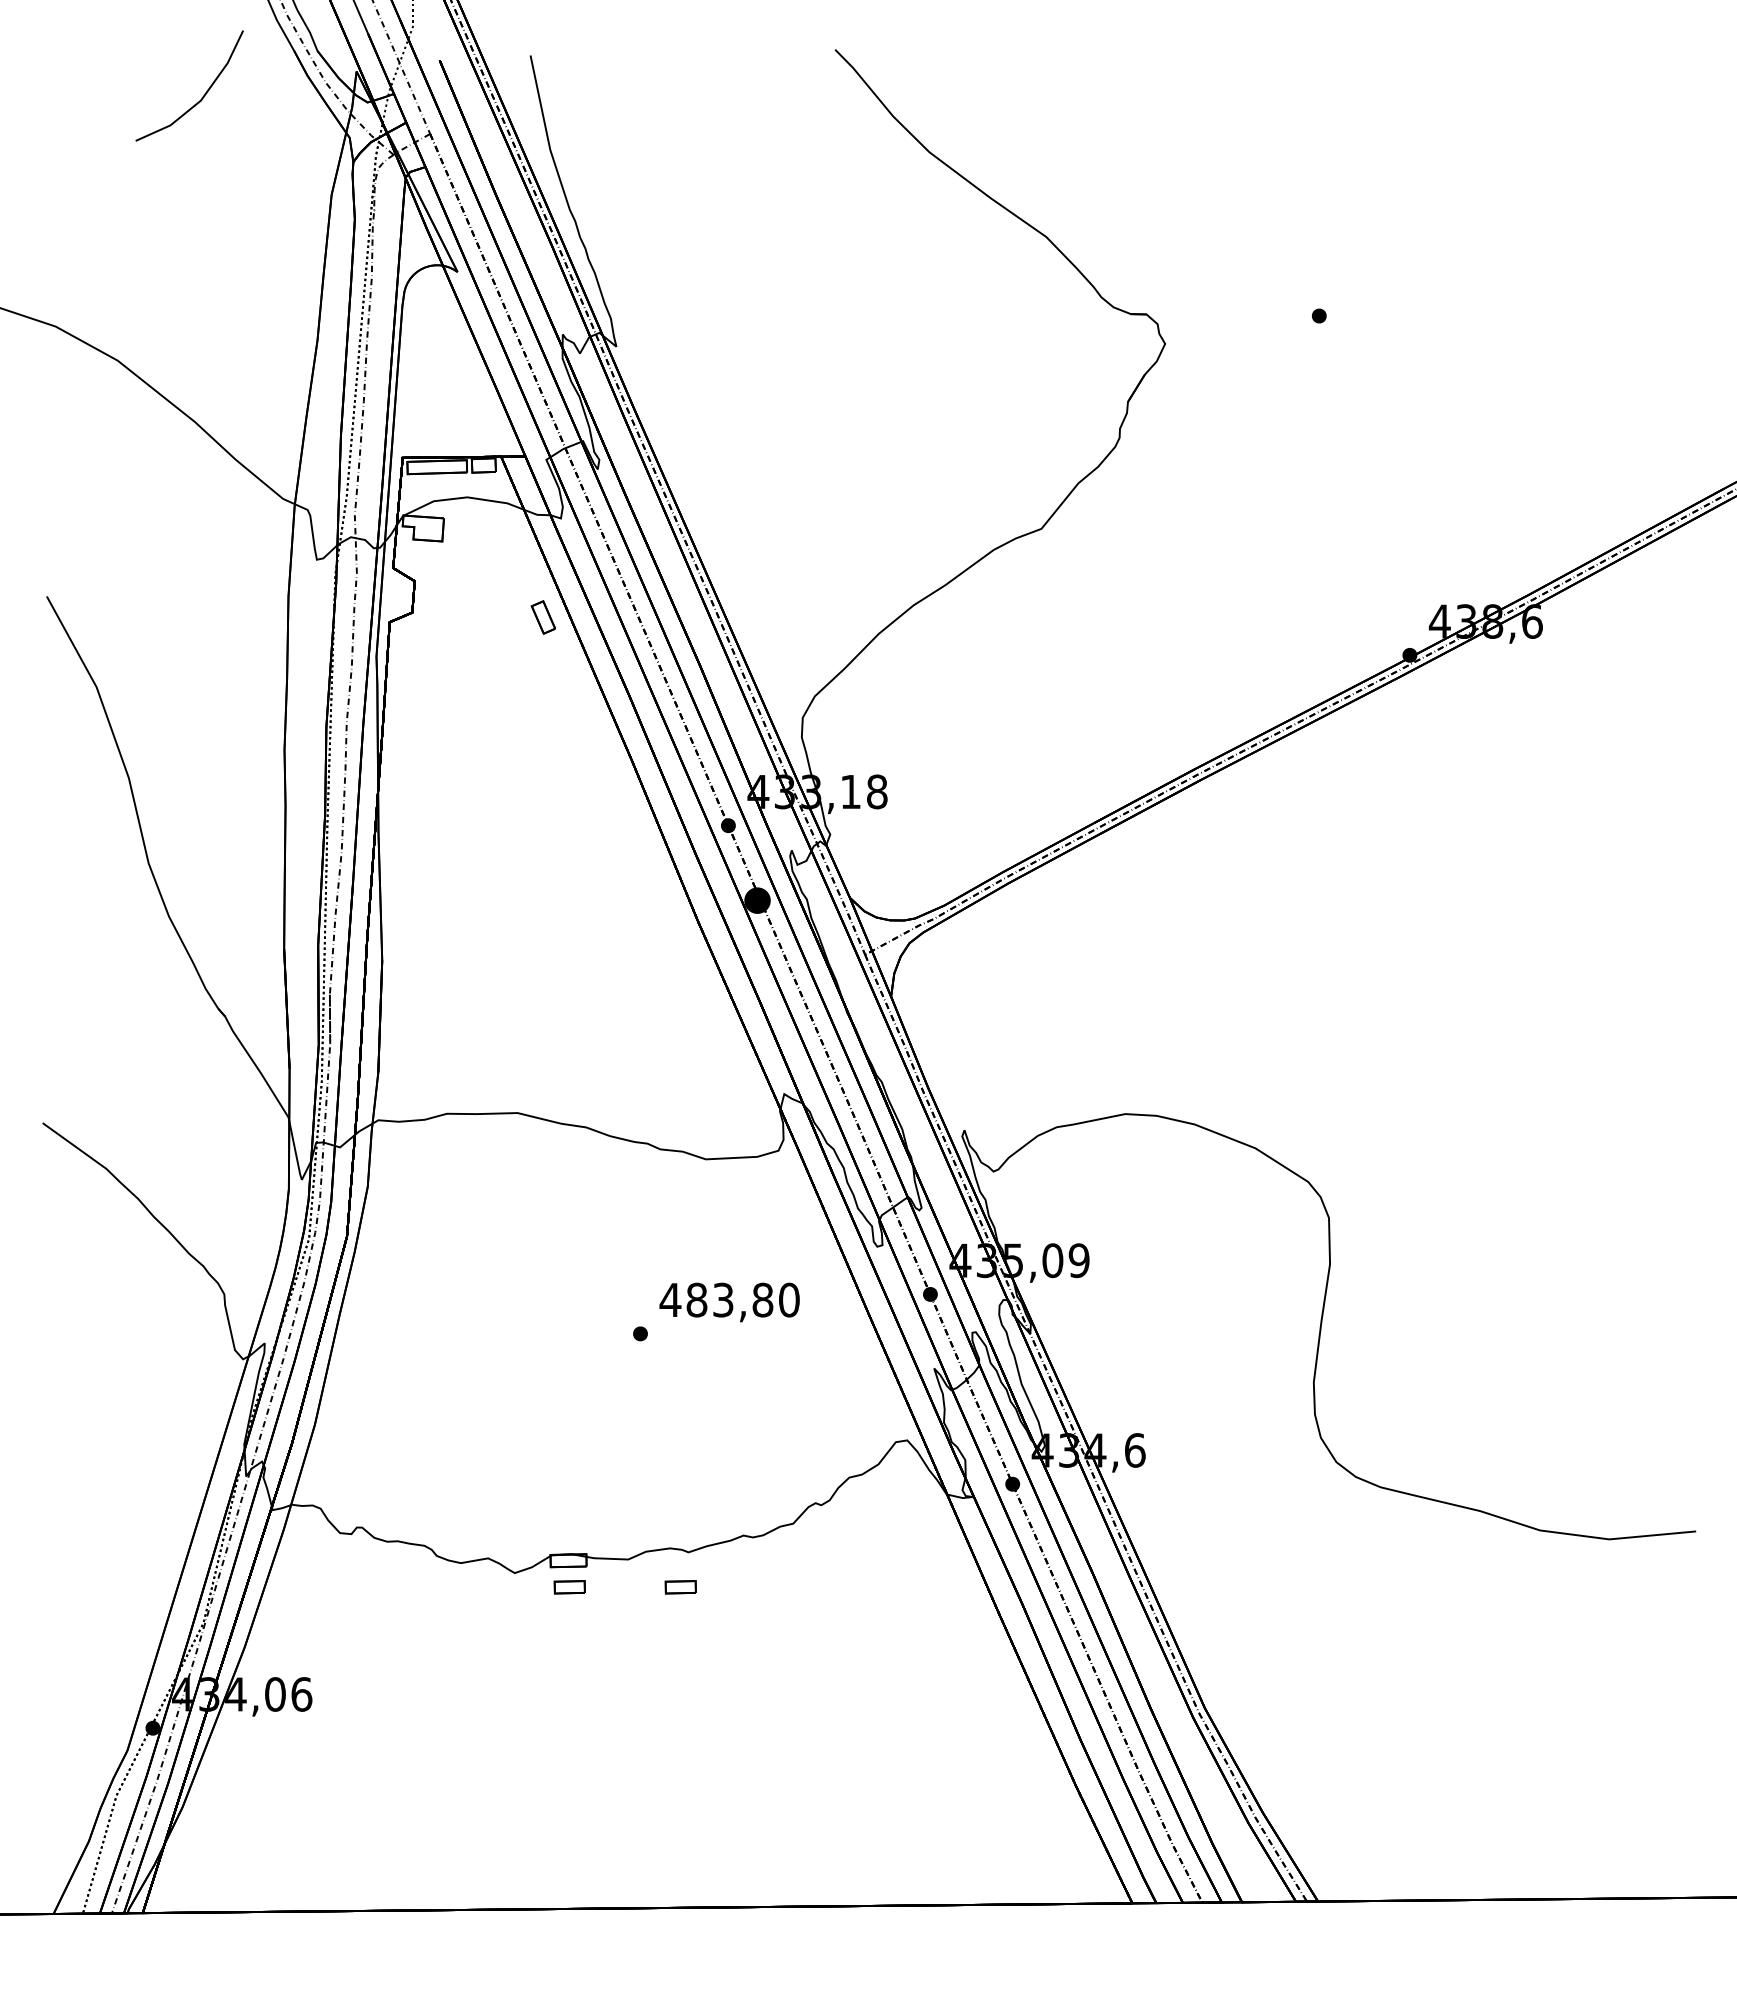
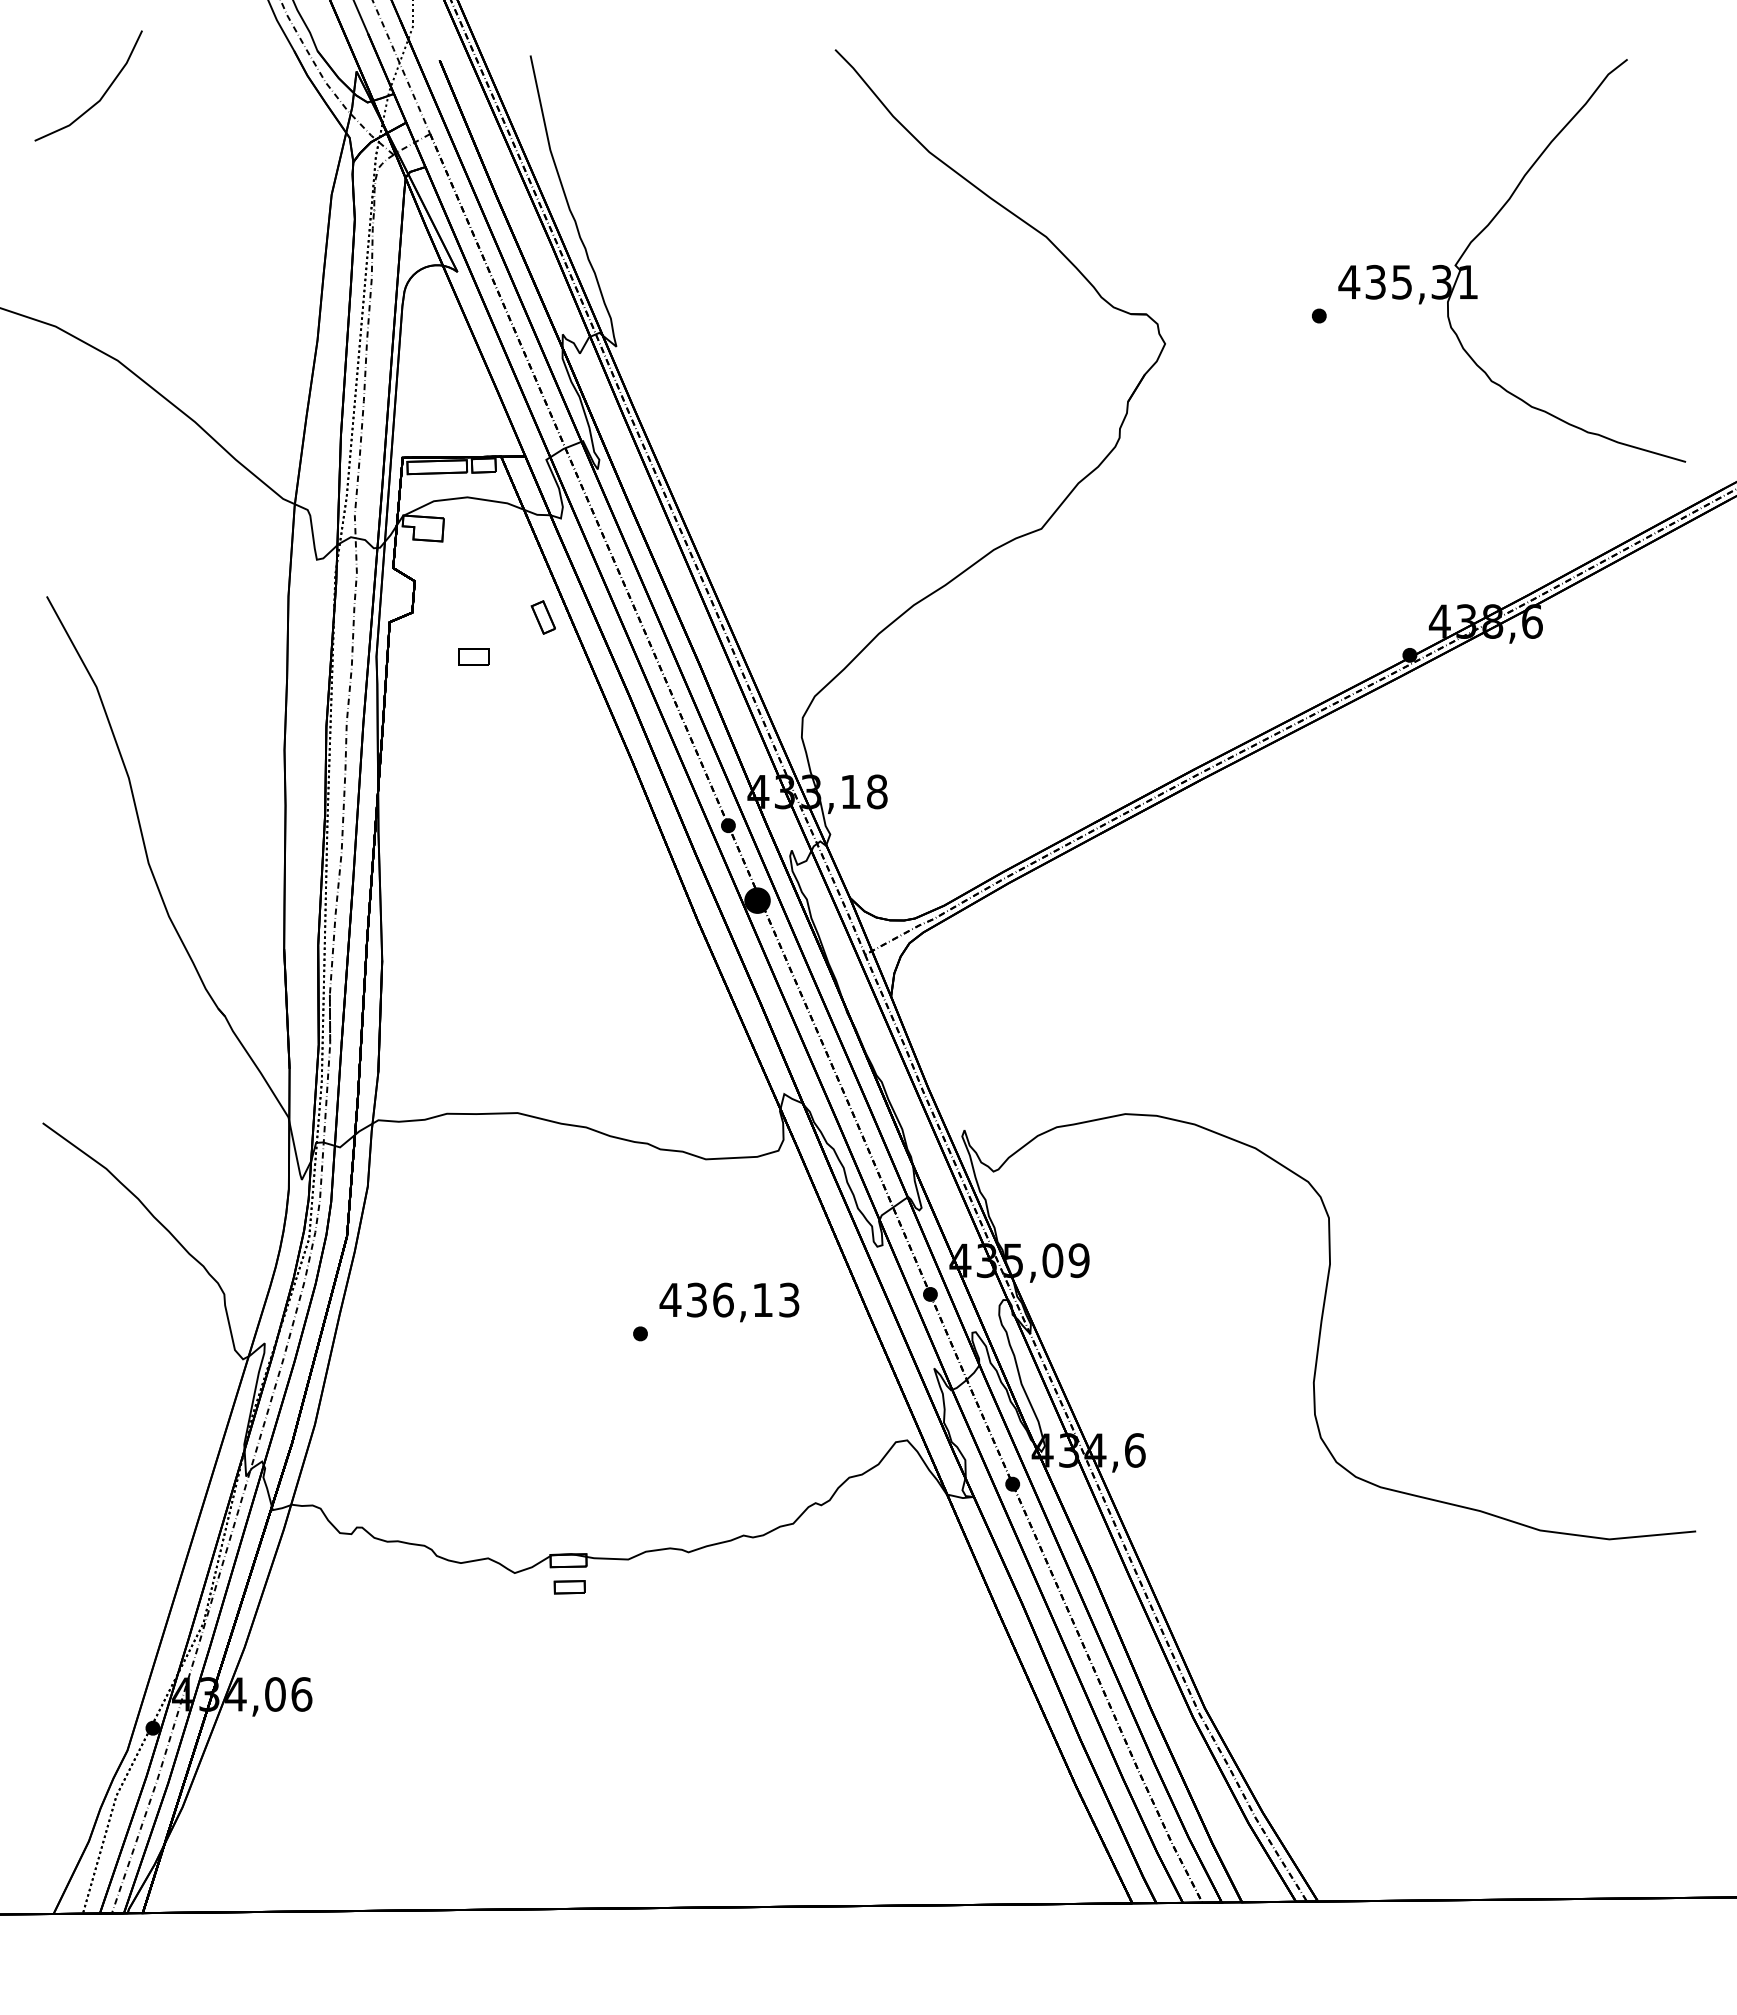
line at (204, 93) position: (204, 93) -> (103, 93)
part at (1483, 231): none -> present
part at (473, 656): none -> present
text at (742, 1299): 483,80 -> 436,13
part at (680, 1587): present -> none
